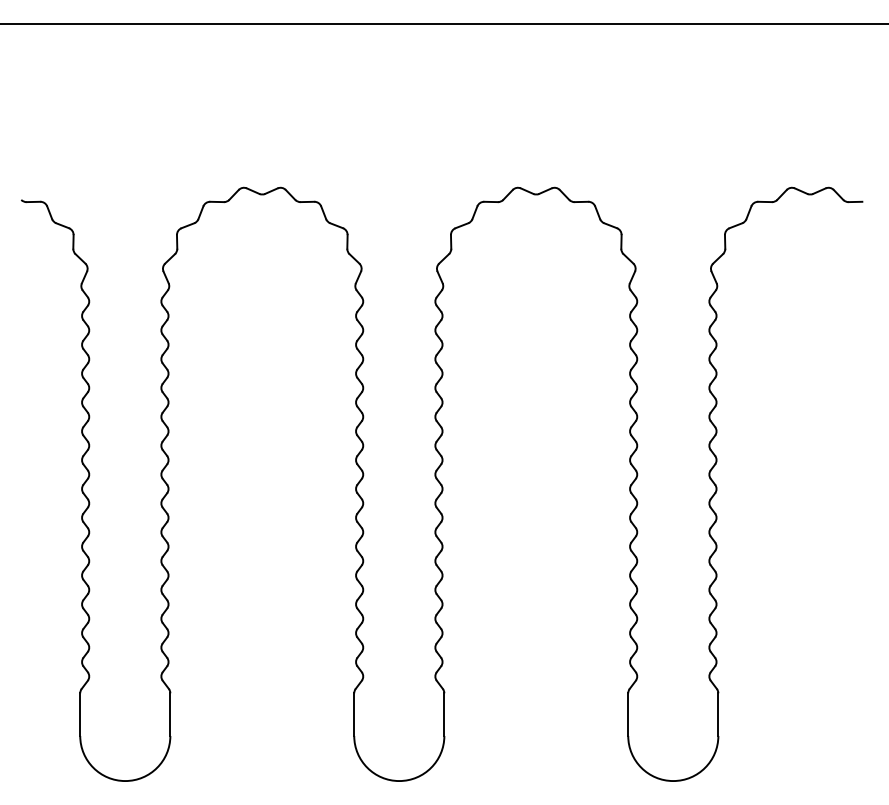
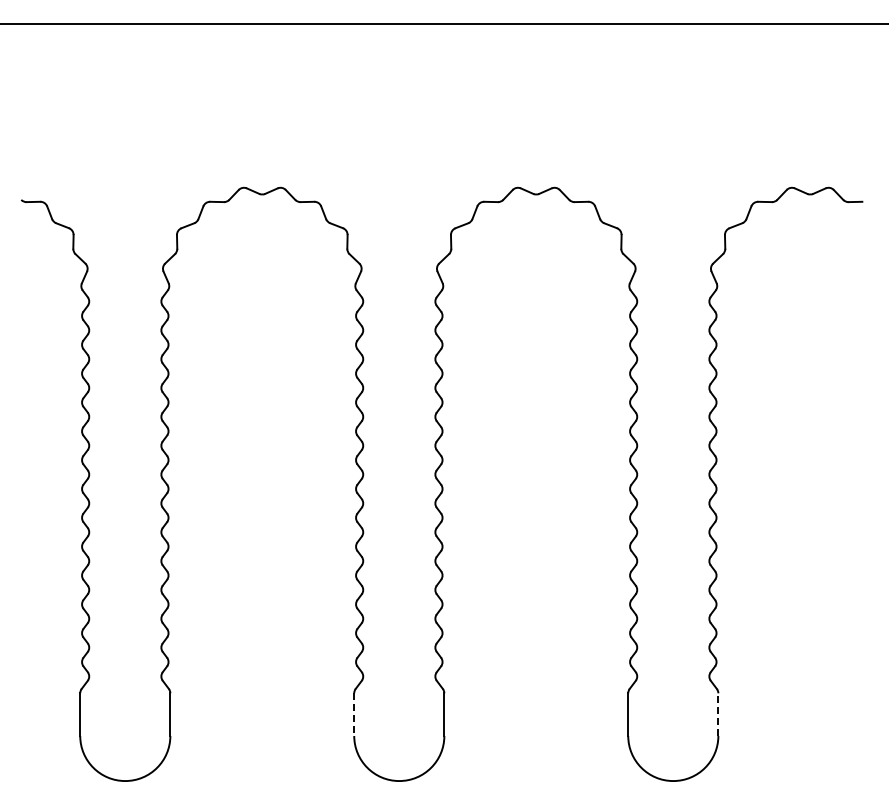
line at (718, 714): solid -> dashed
line at (354, 715): solid -> dashed
